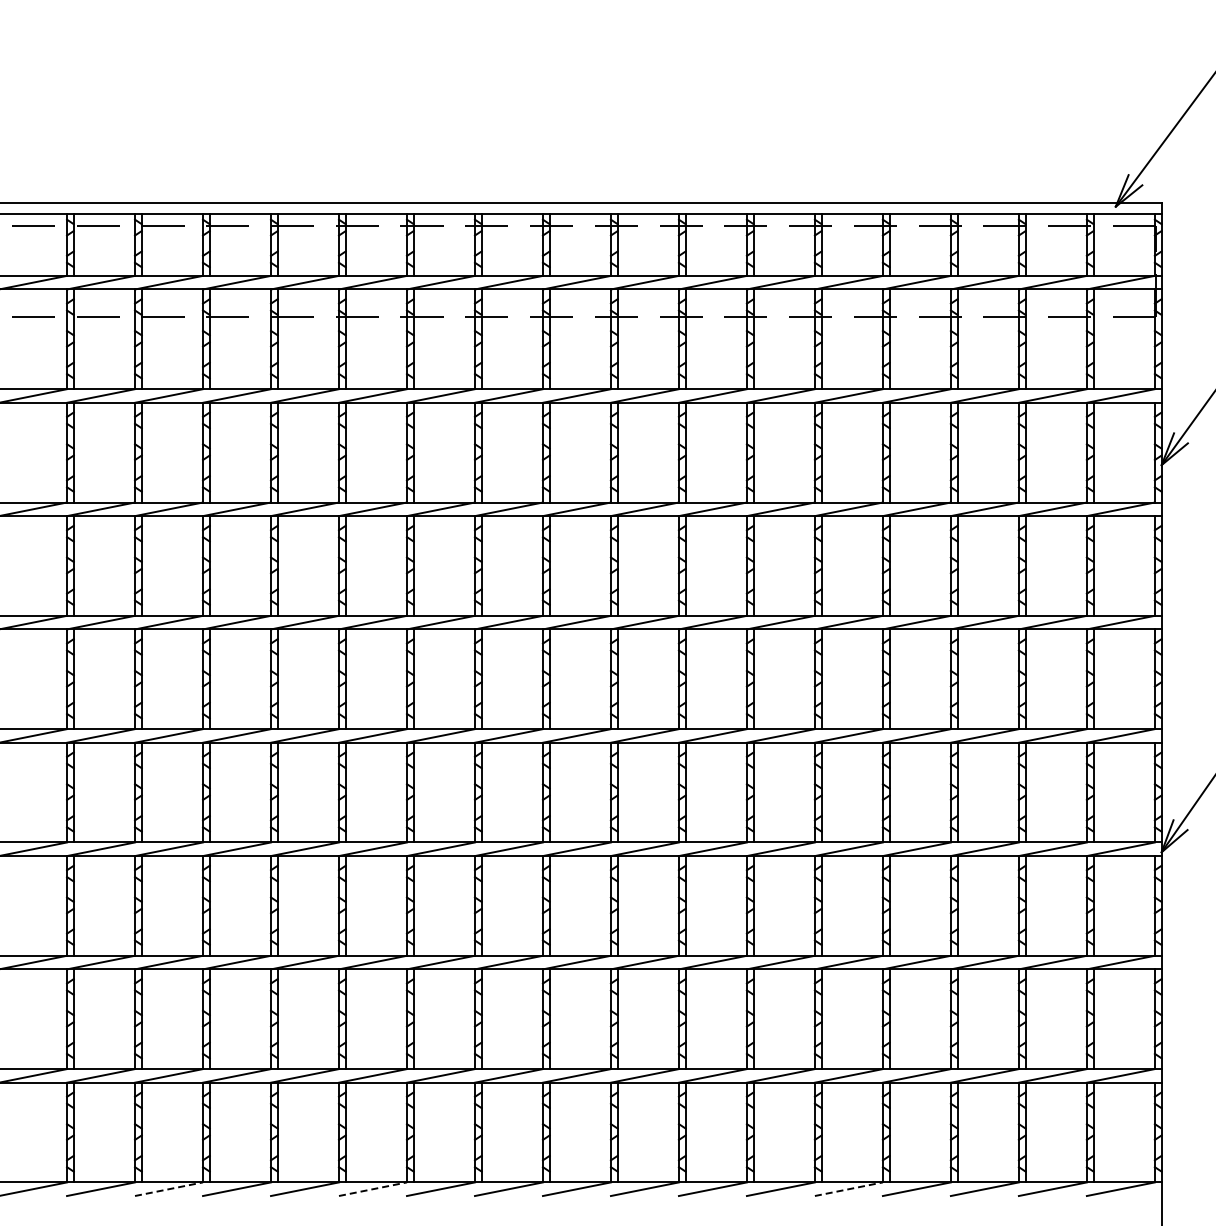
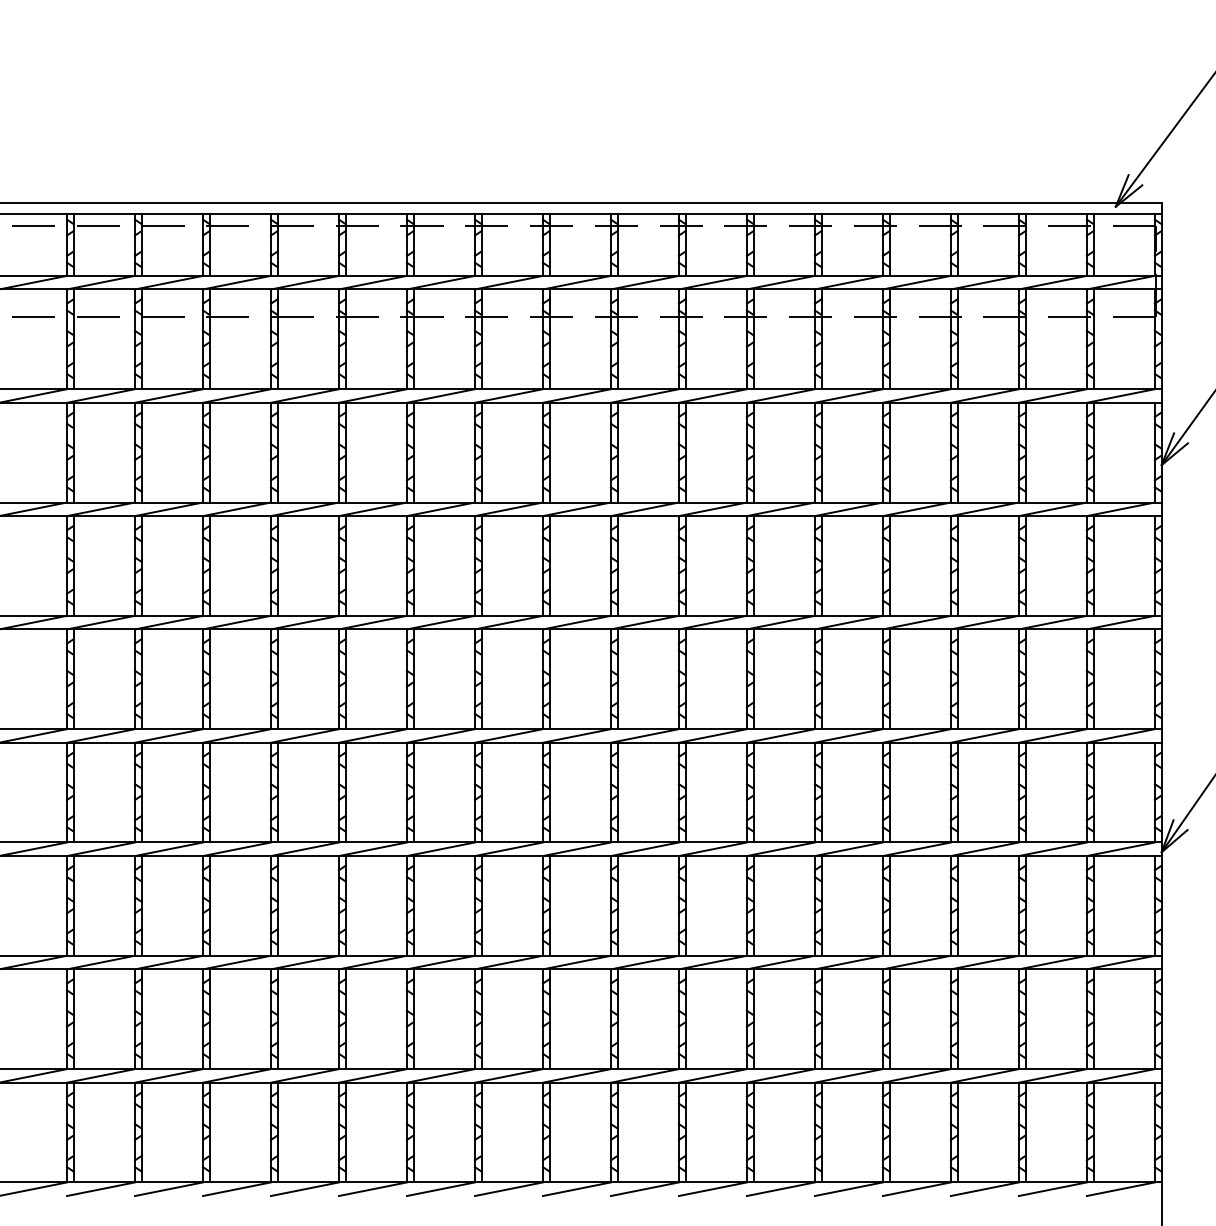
line at (169, 1189): dashed -> solid
line at (372, 1189): dashed -> solid
line at (848, 1189): dashed -> solid
